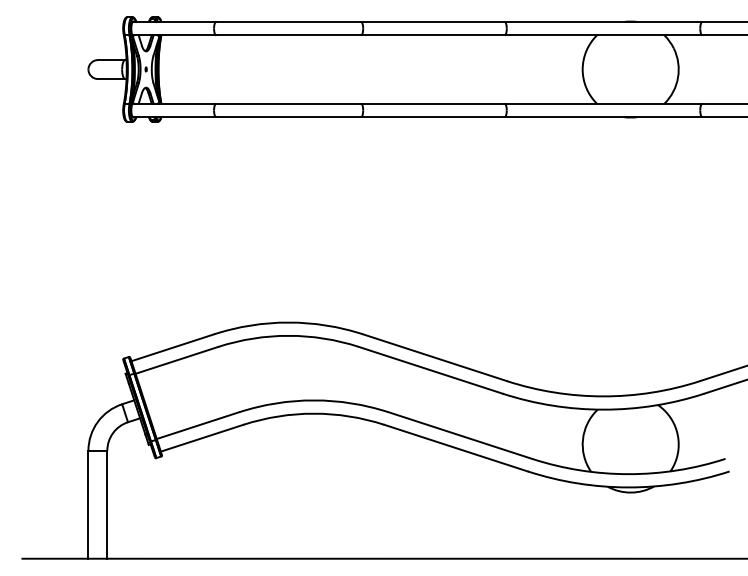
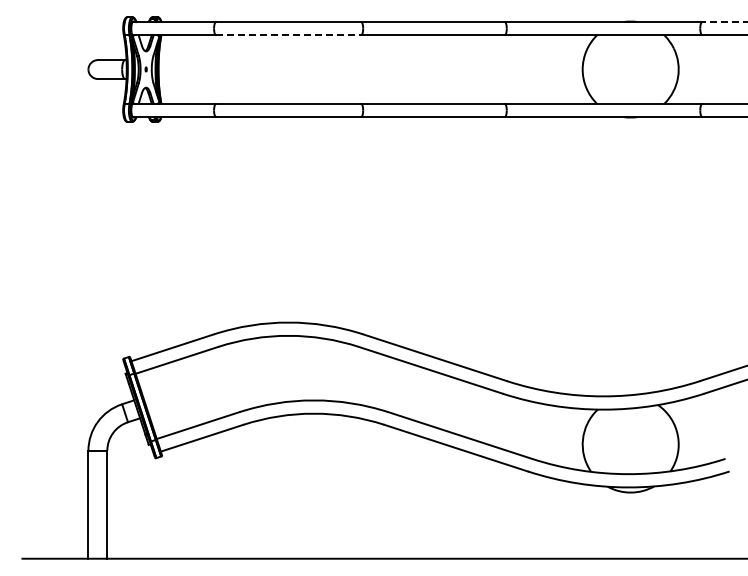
line at (724, 22): solid -> dashed
line at (288, 35): solid -> dashed
